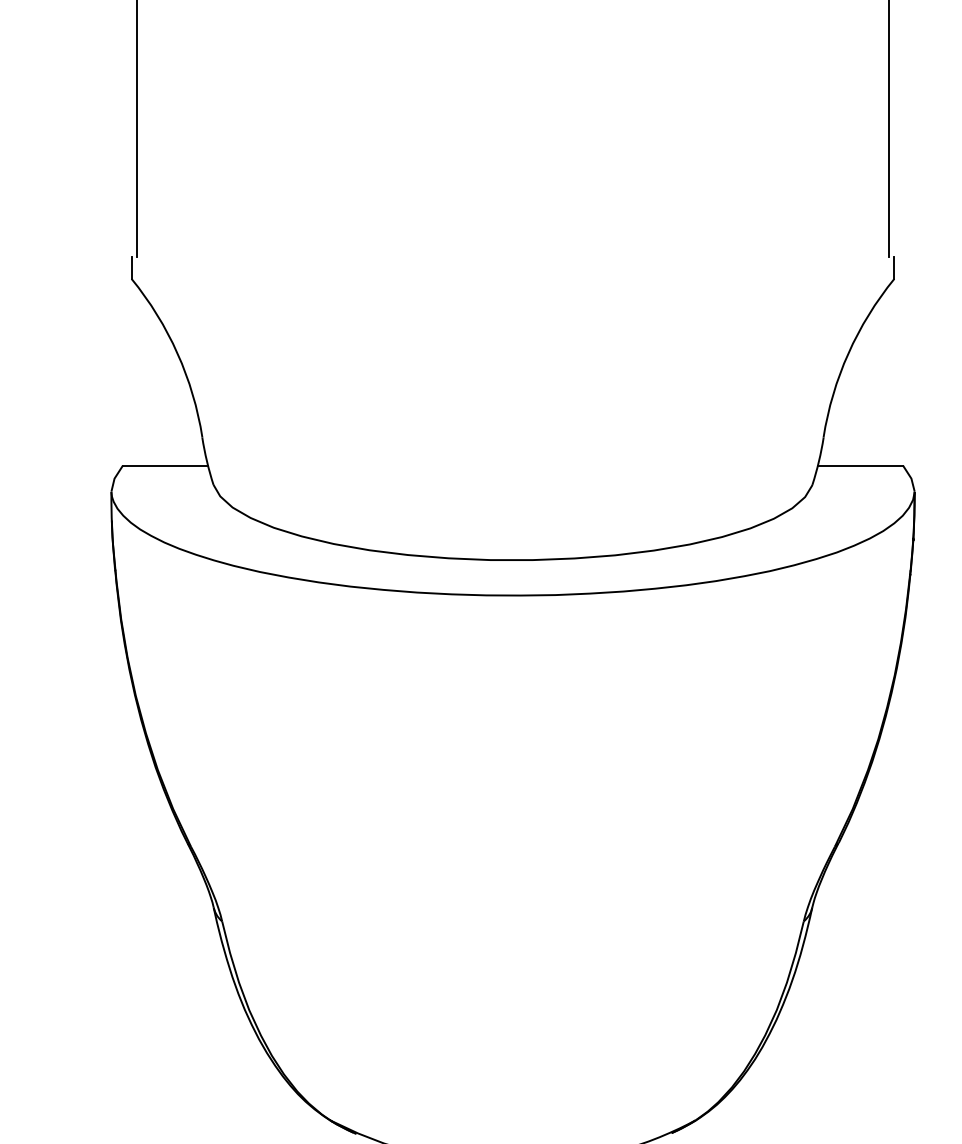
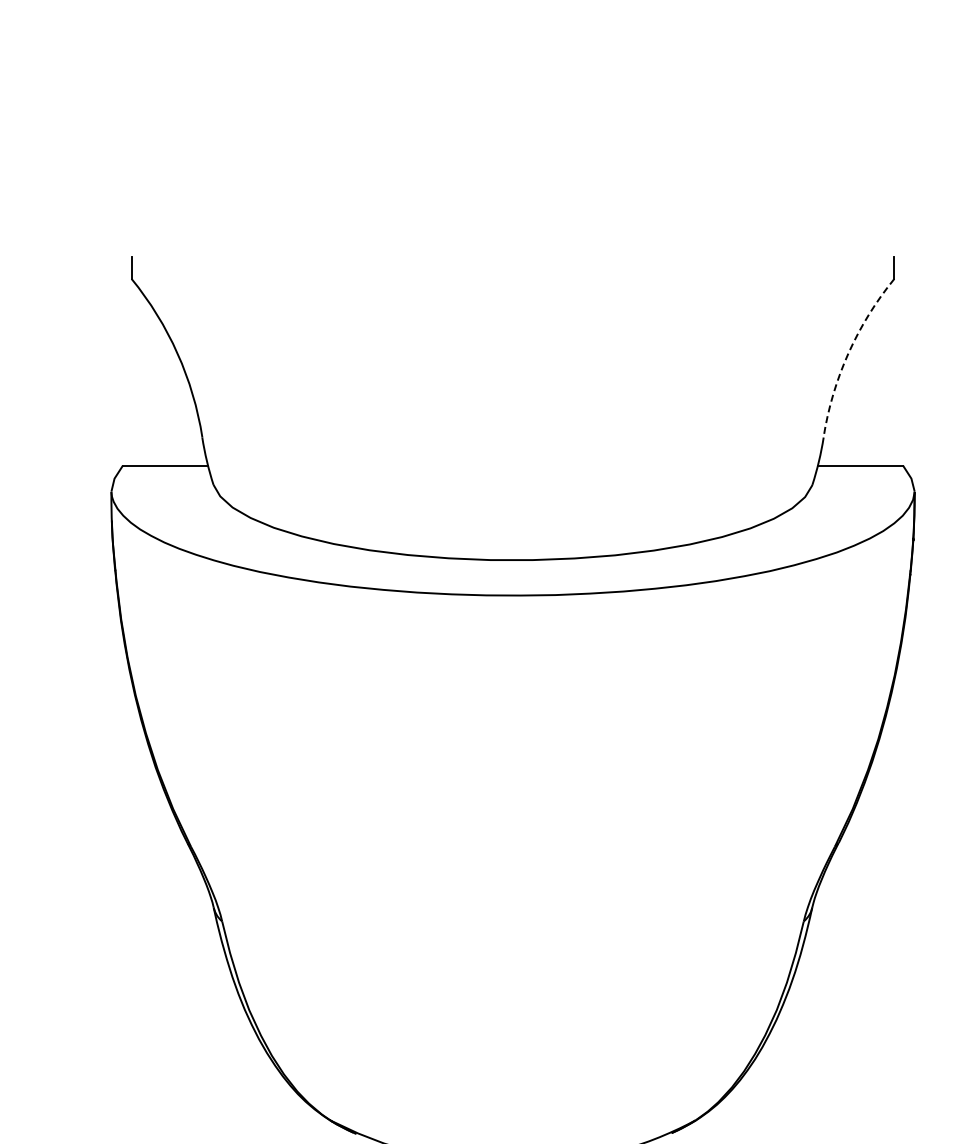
line at (136, 129): present -> none
line at (889, 129): present -> none
arc at (848, 353): solid -> dashed
